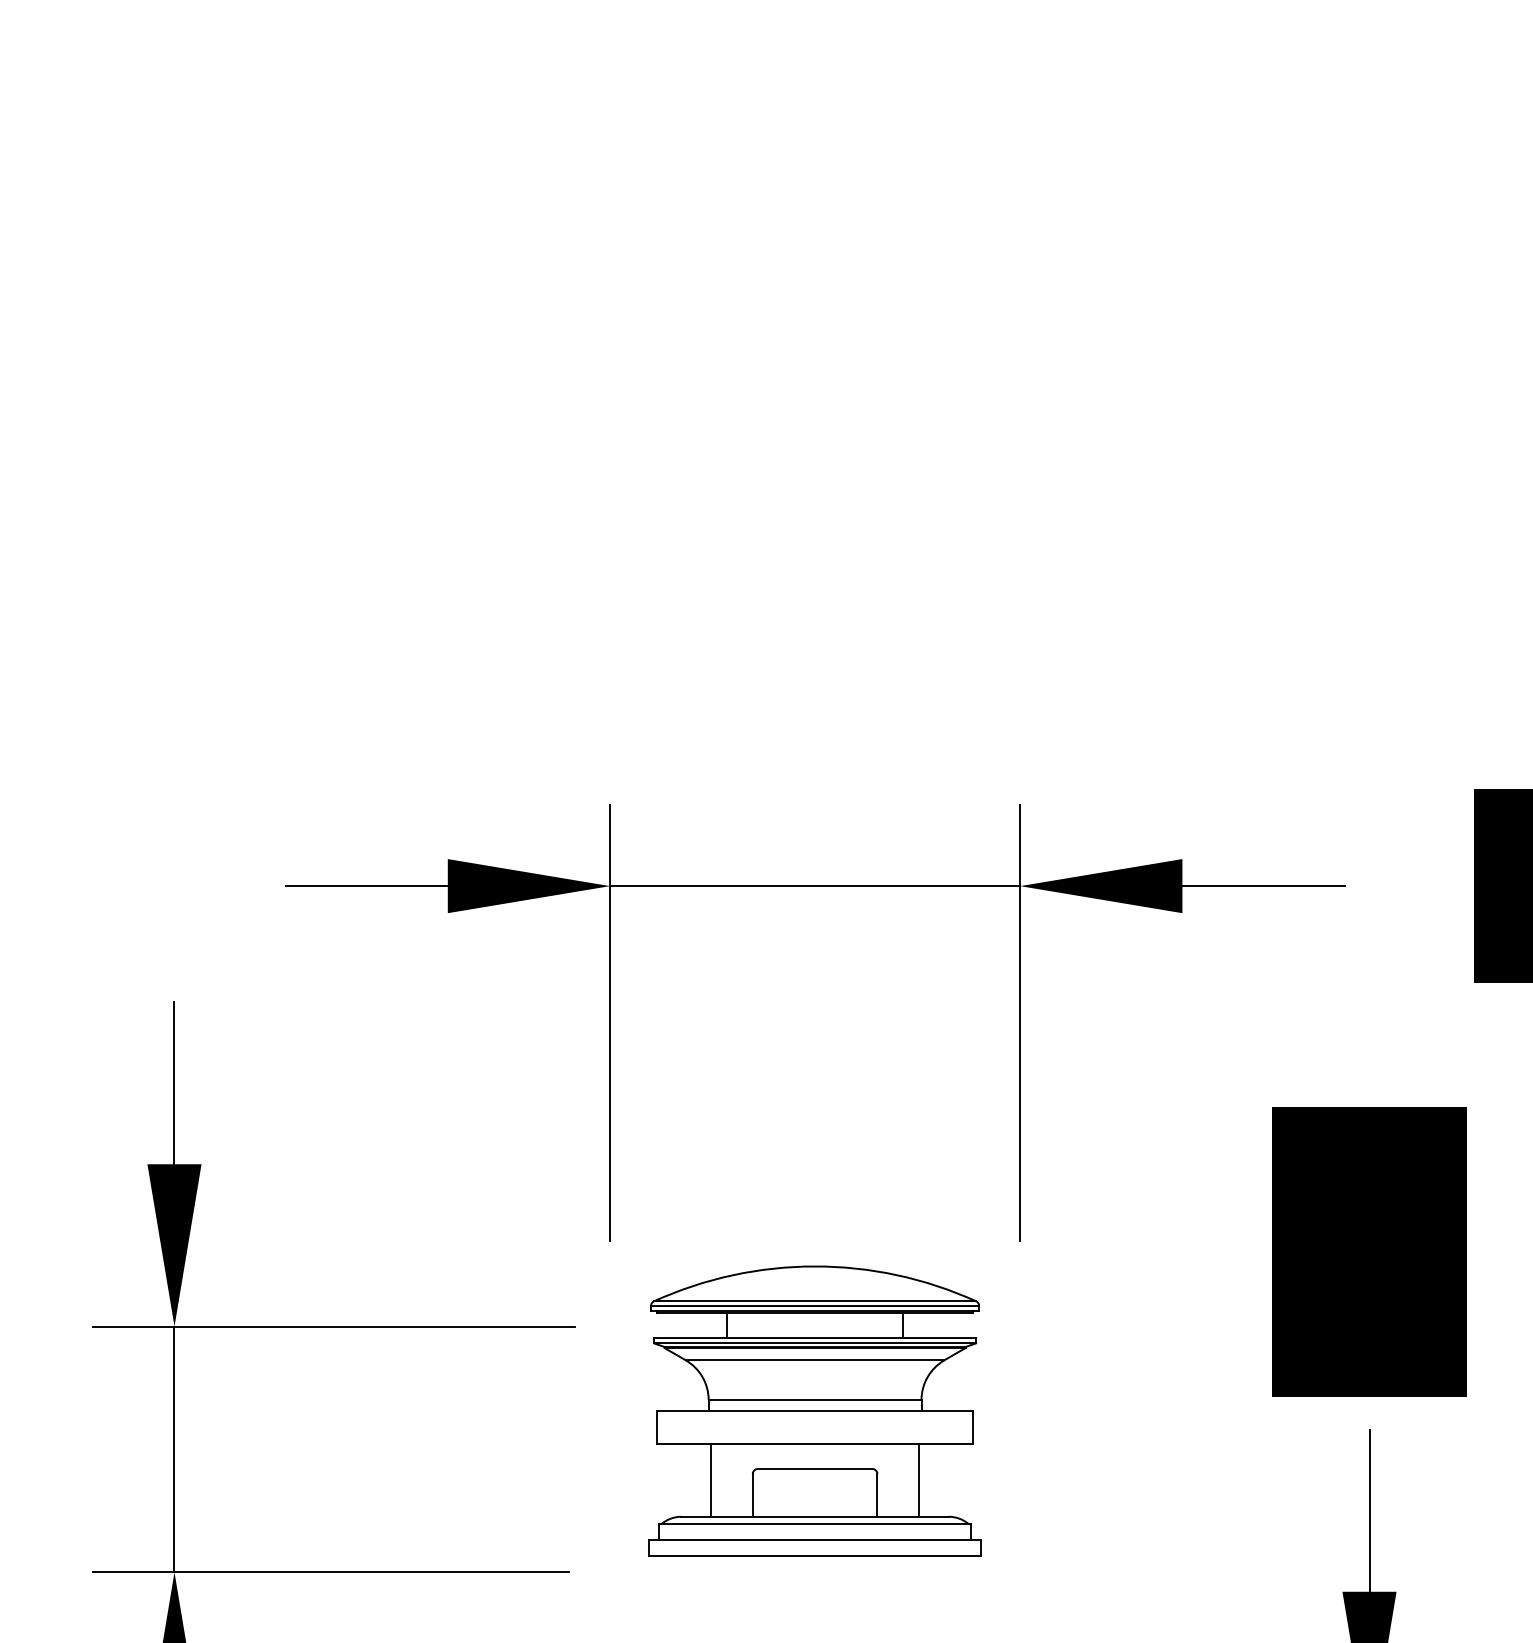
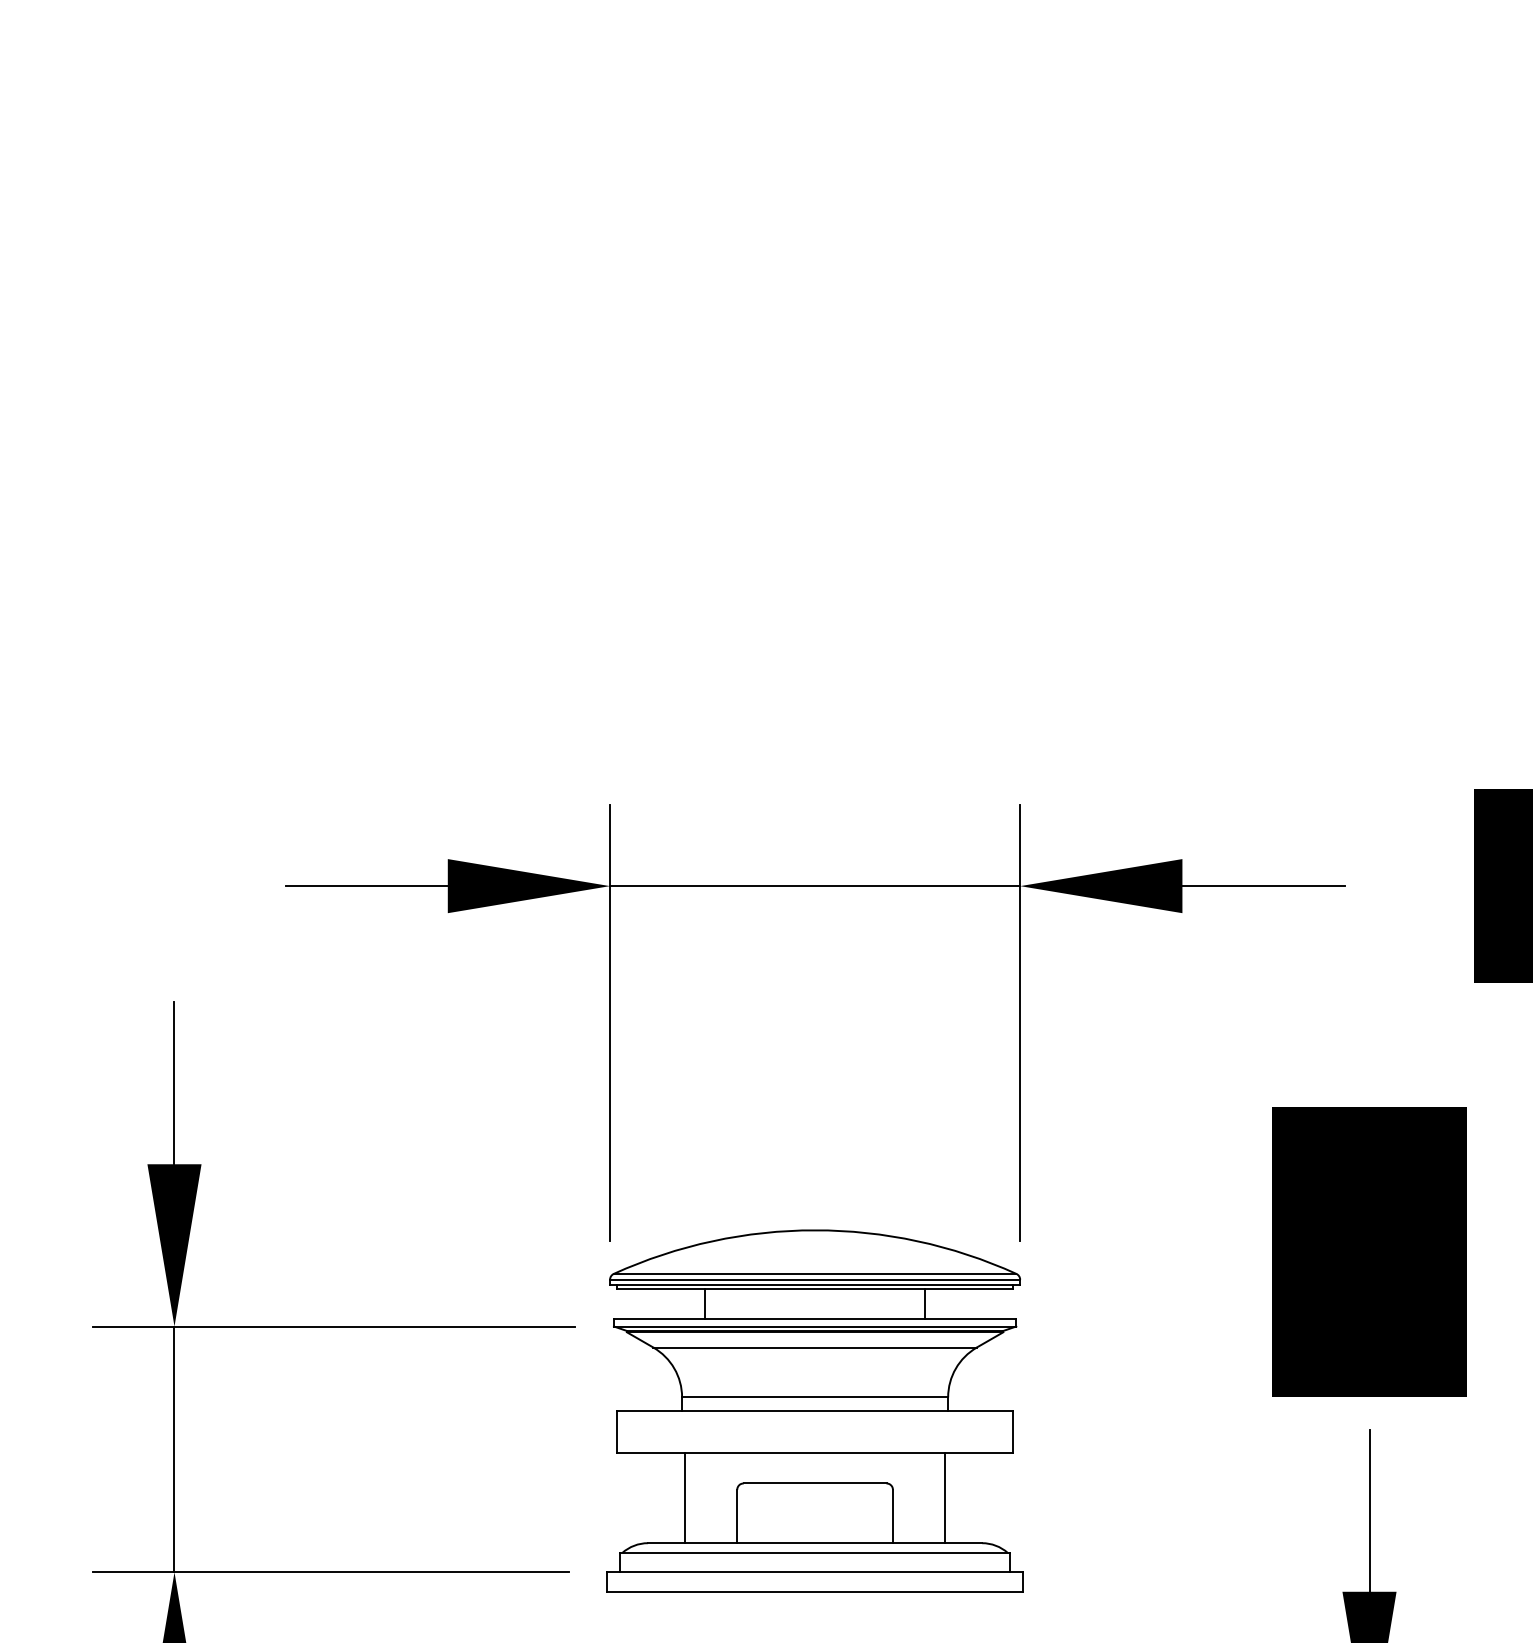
part at (814, 1410) size: 334x292 px -> 418x364 px
